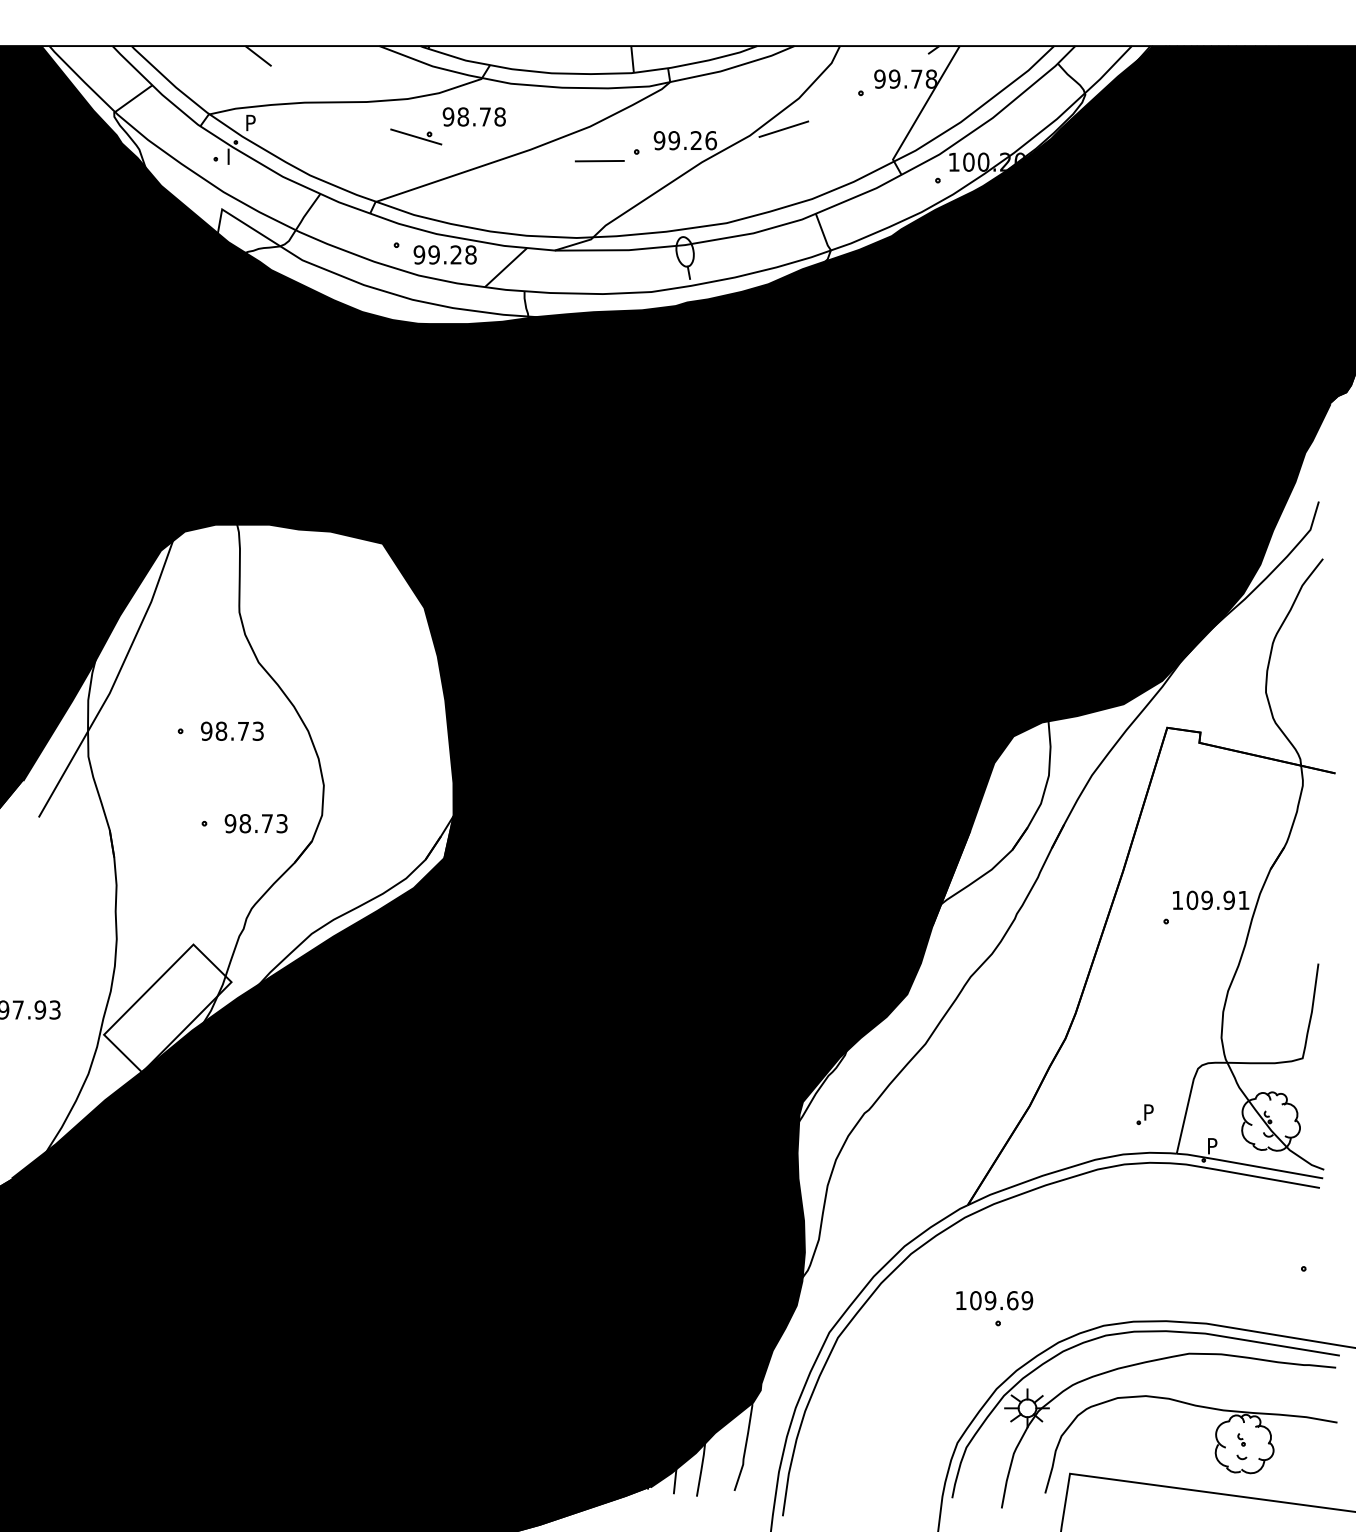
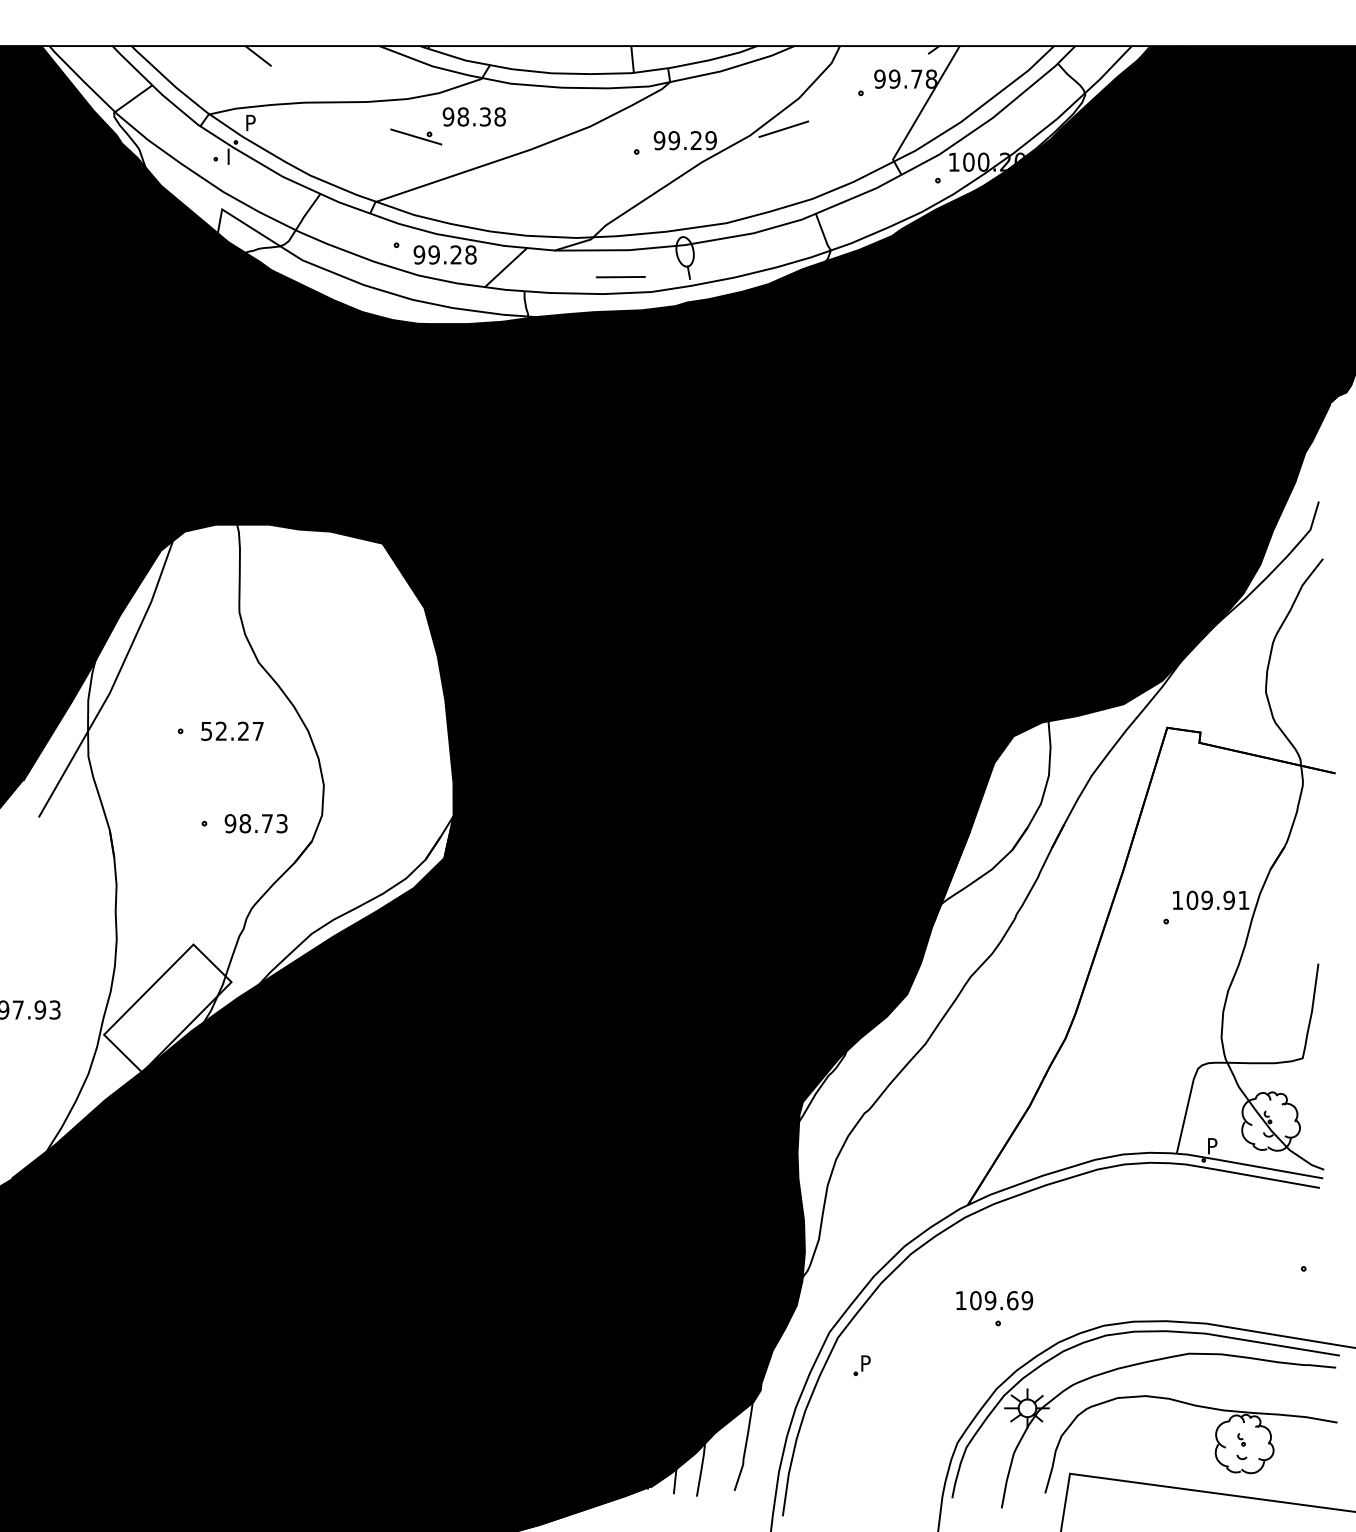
text at (484, 116): 98.78 -> 98.38
text at (710, 140): 99.26 -> 99.29
line at (599, 161) position: (599, 161) -> (620, 277)
text at (232, 730): 98.73 -> 52.27
part at (1144, 1114) position: (1144, 1114) -> (861, 1365)
